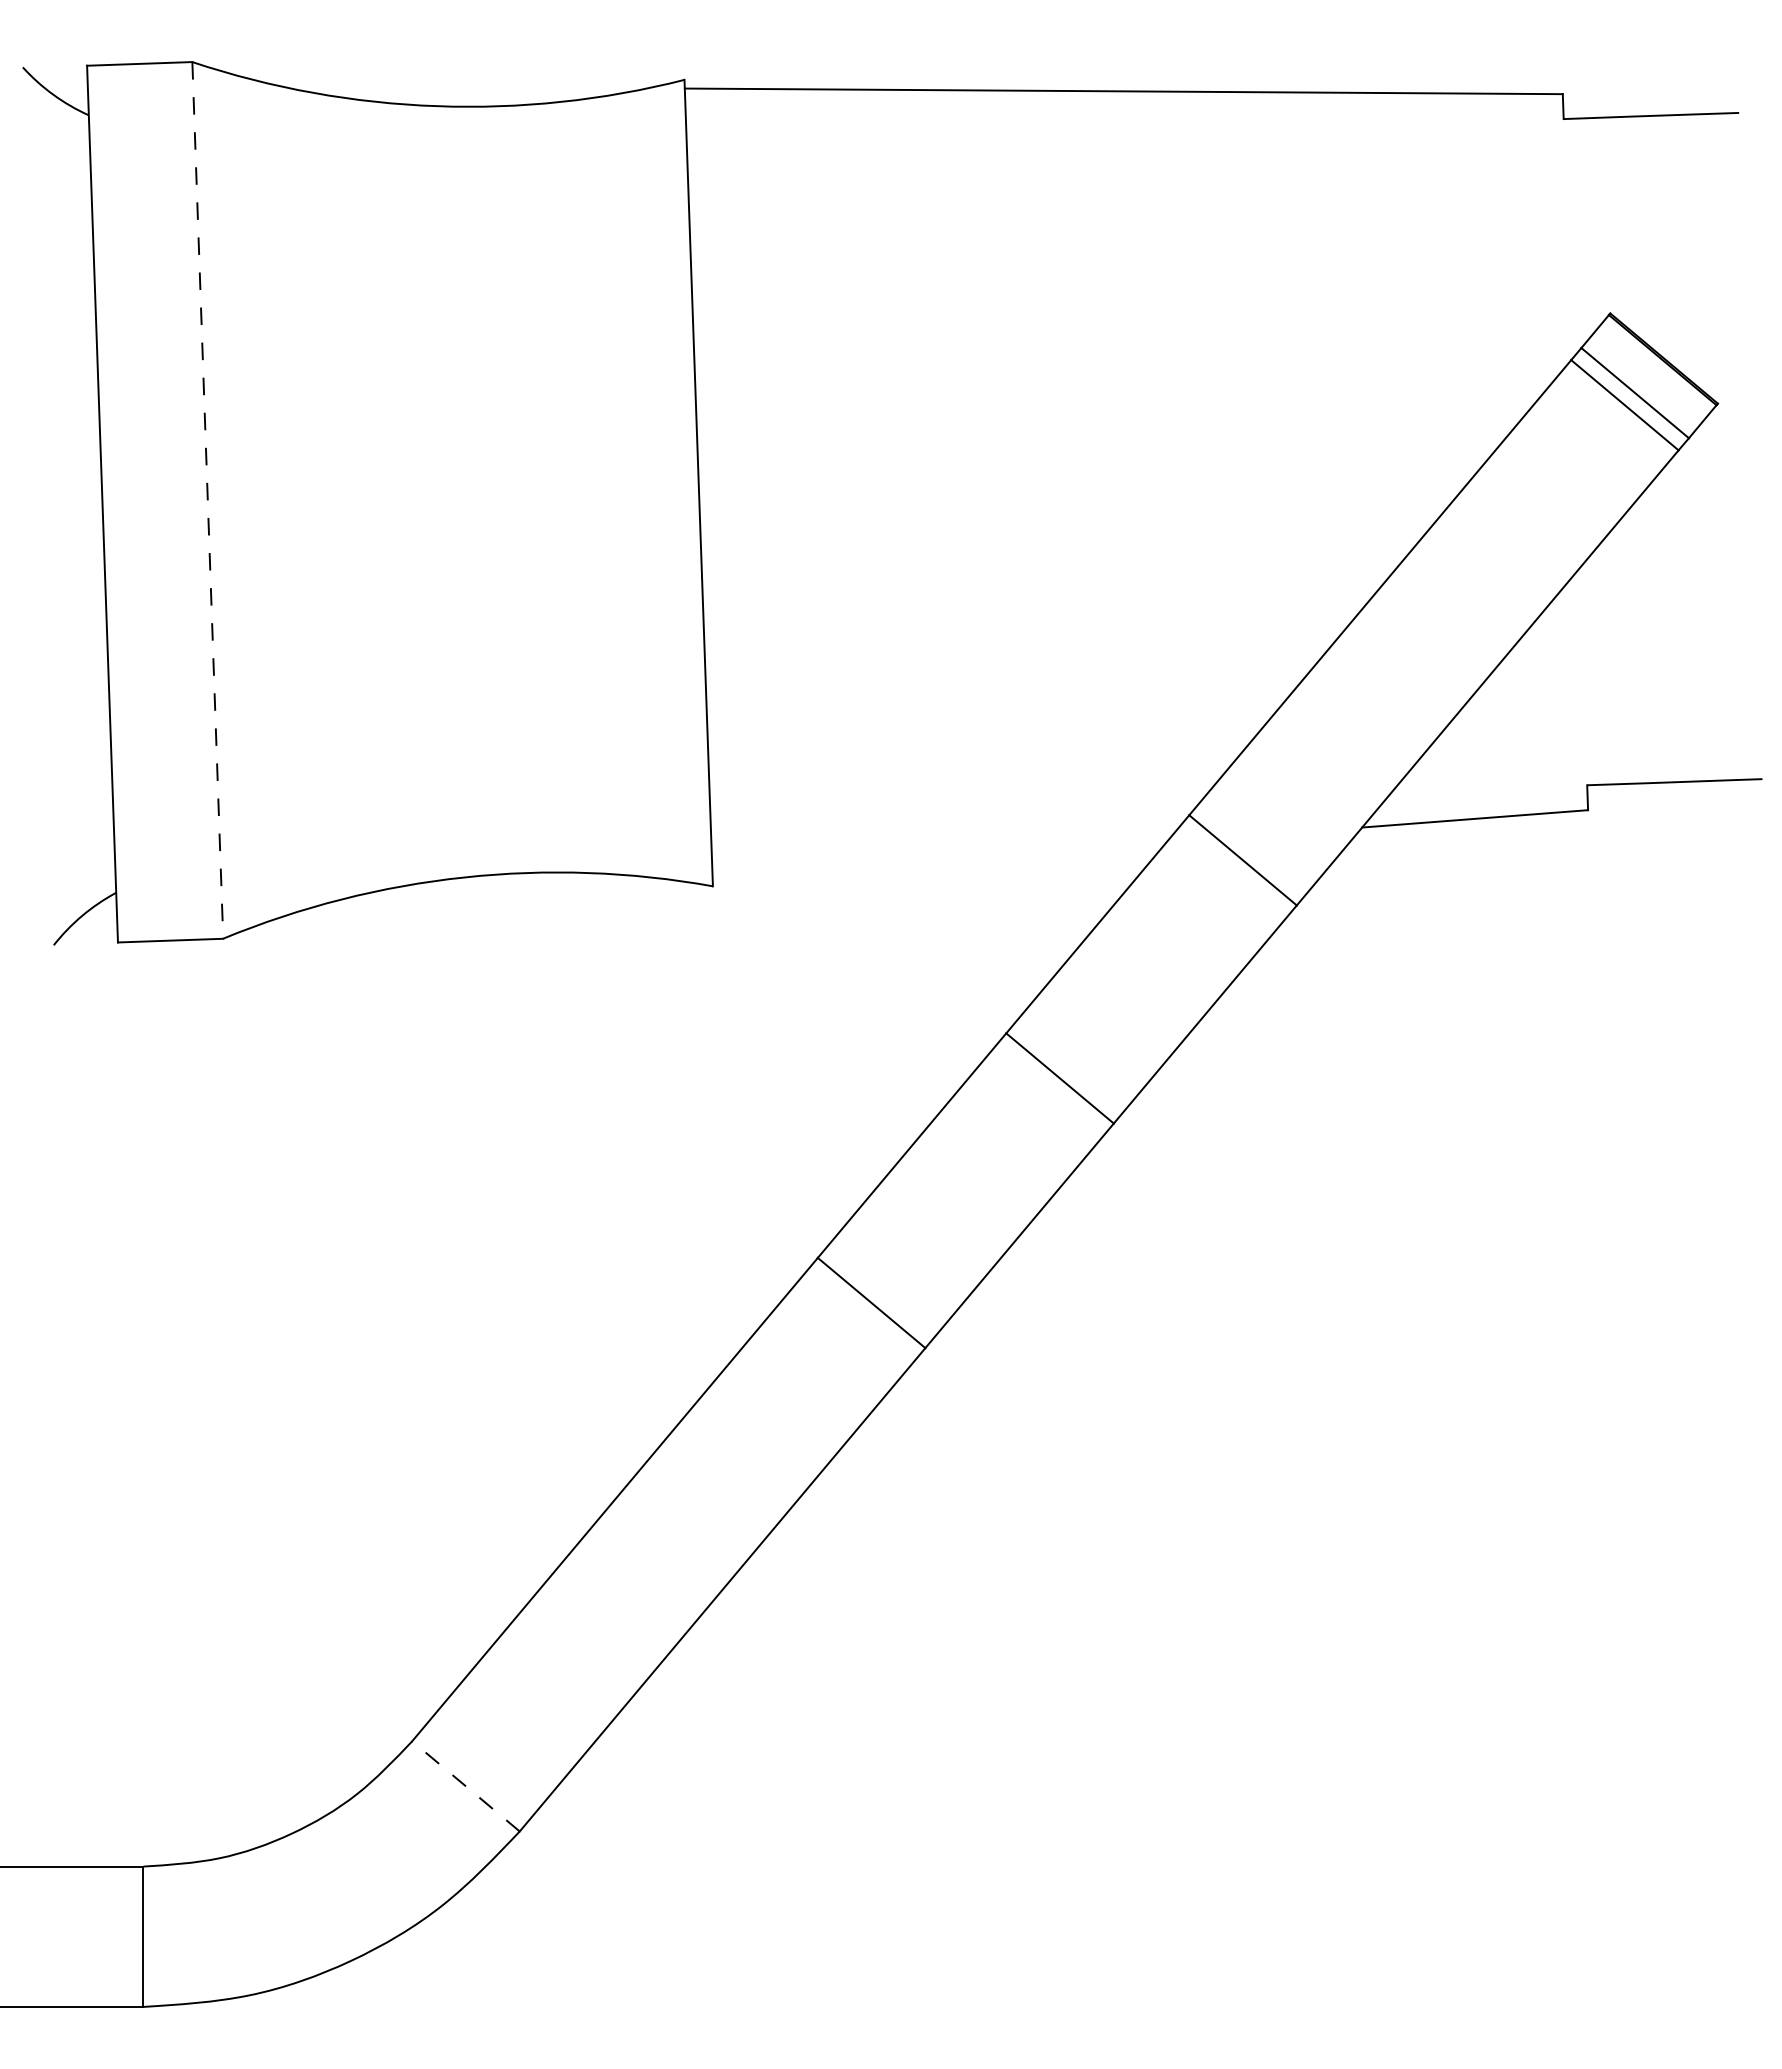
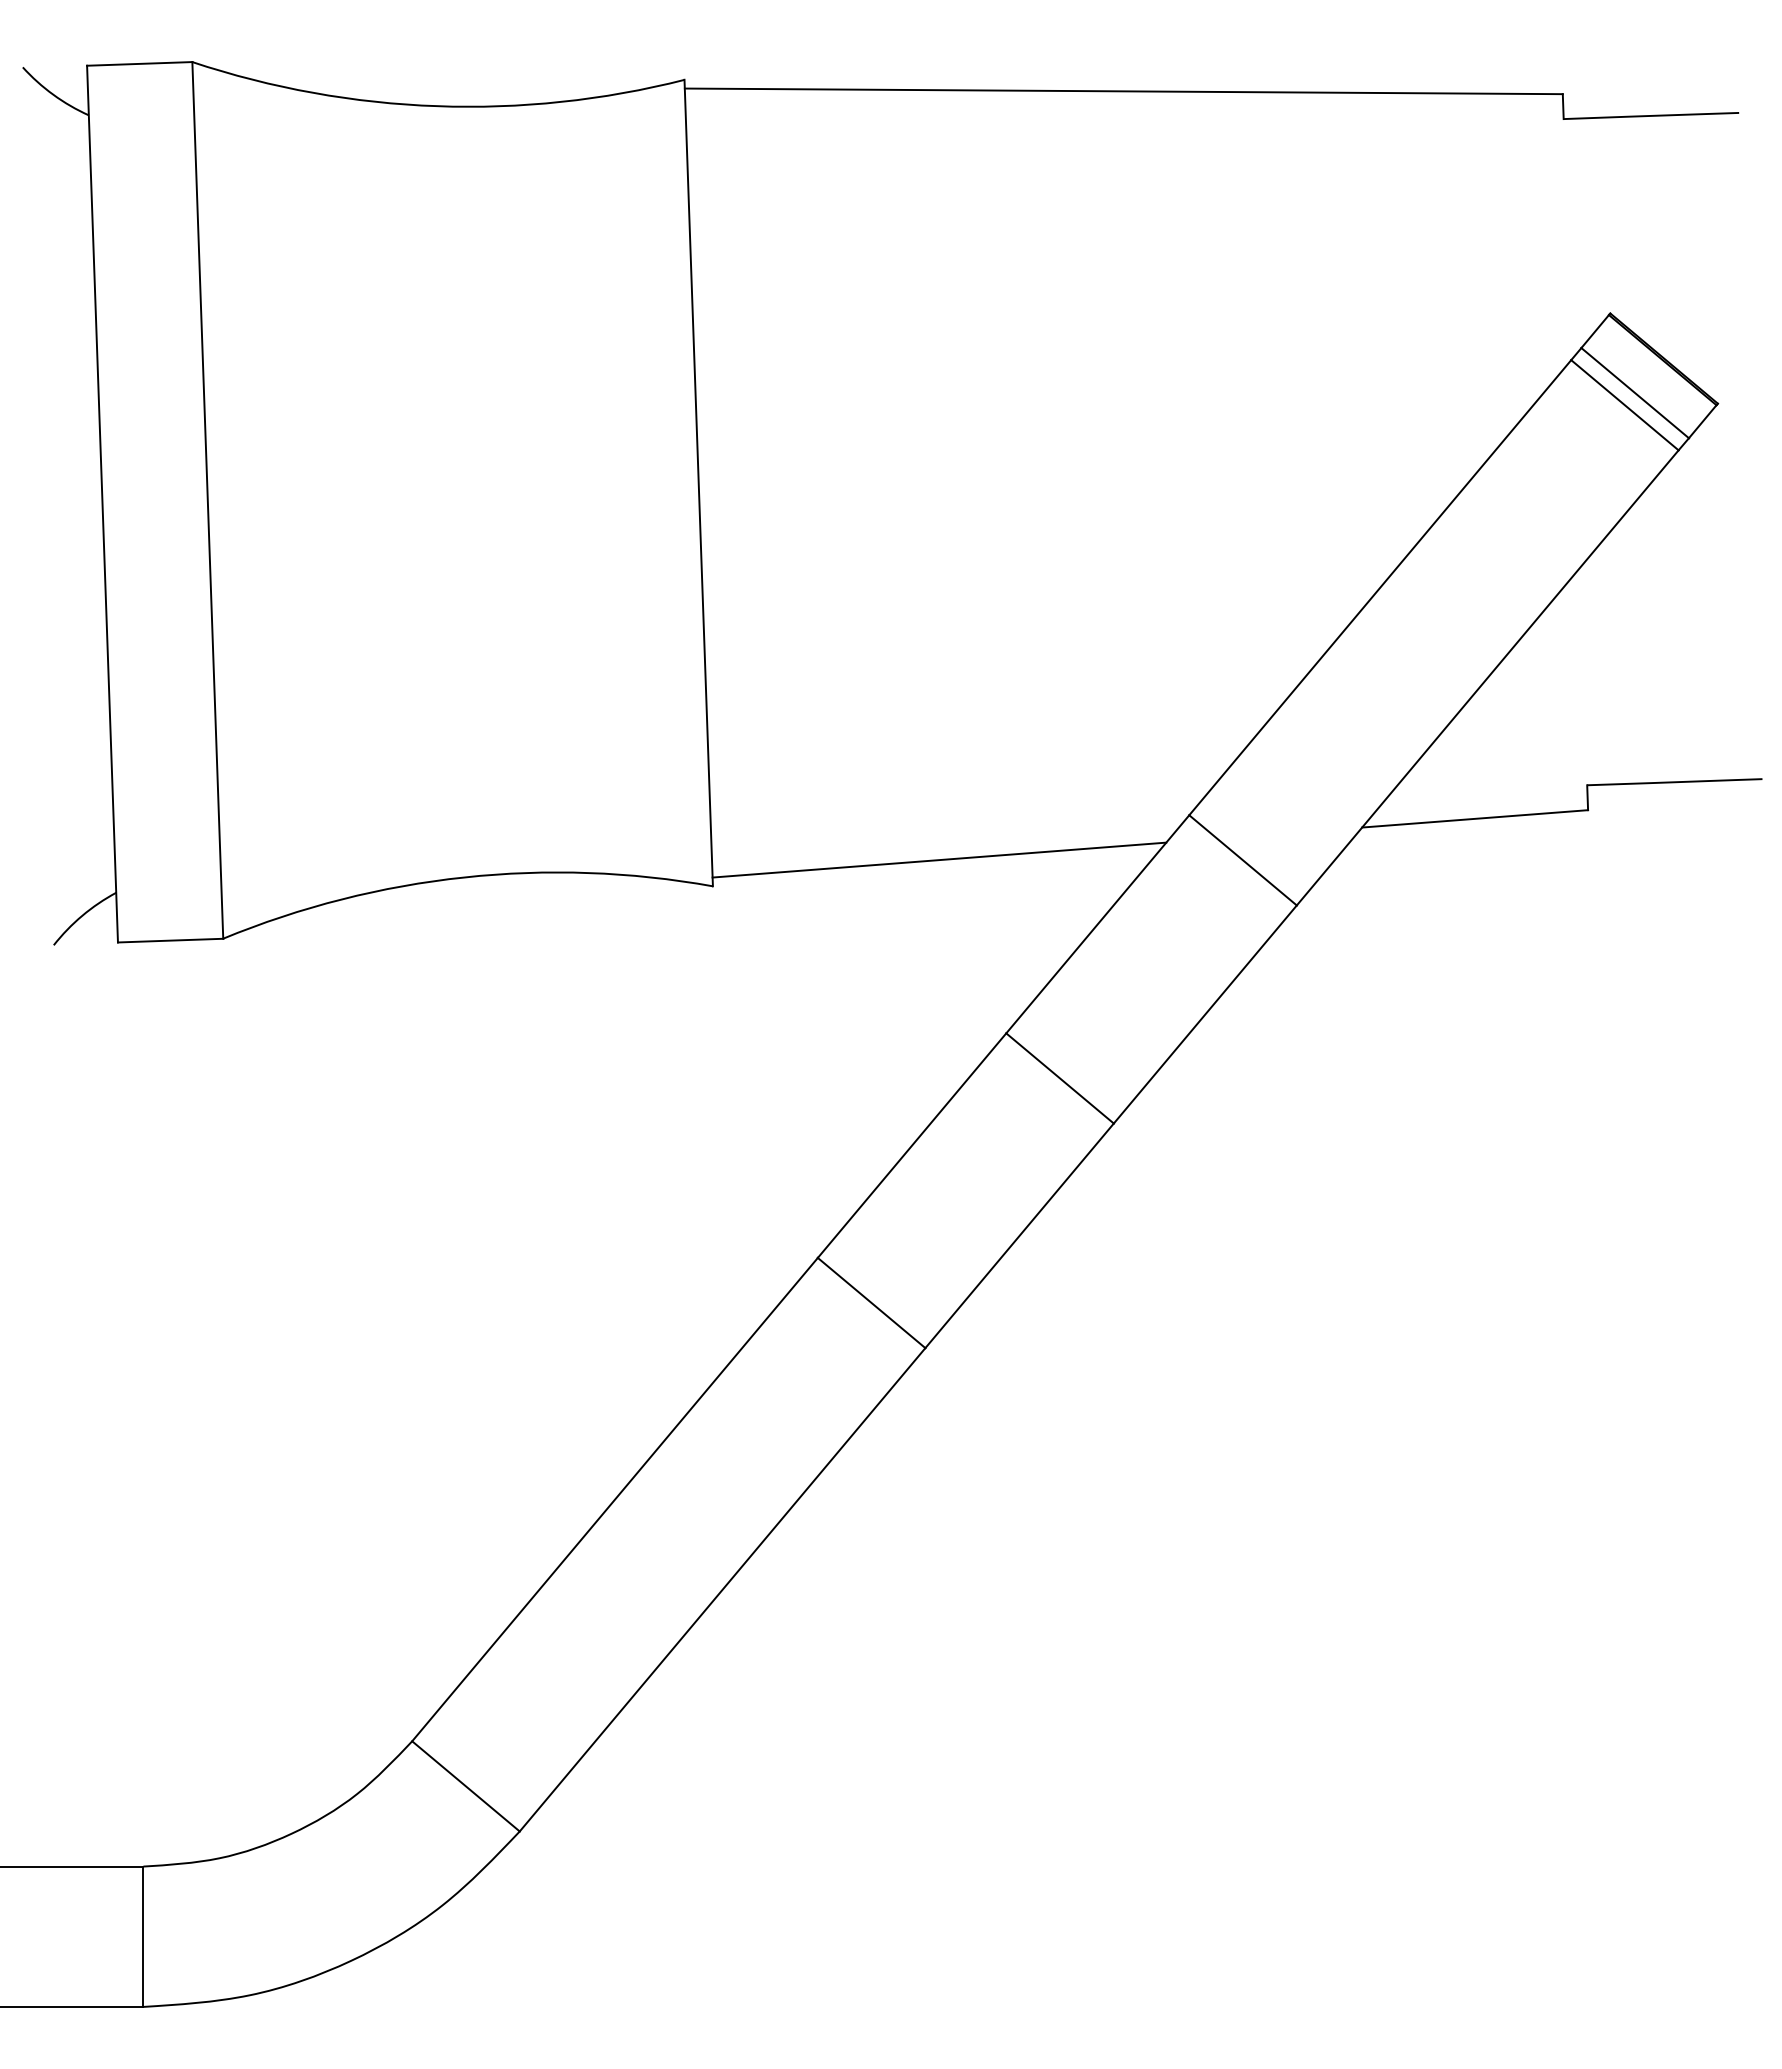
line at (207, 500): dashed -> solid
line at (939, 859): none -> present
line at (465, 1786): dashed -> solid
